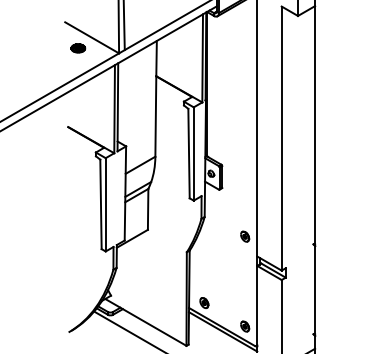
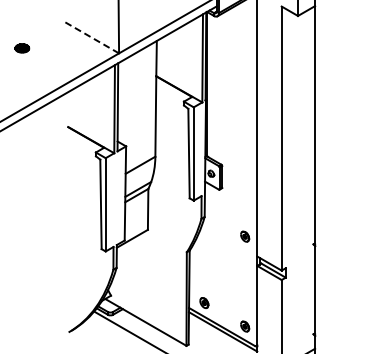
line at (123, 26): present -> none
line at (91, 37): solid -> dashed
part at (78, 48) position: (78, 48) -> (22, 48)
